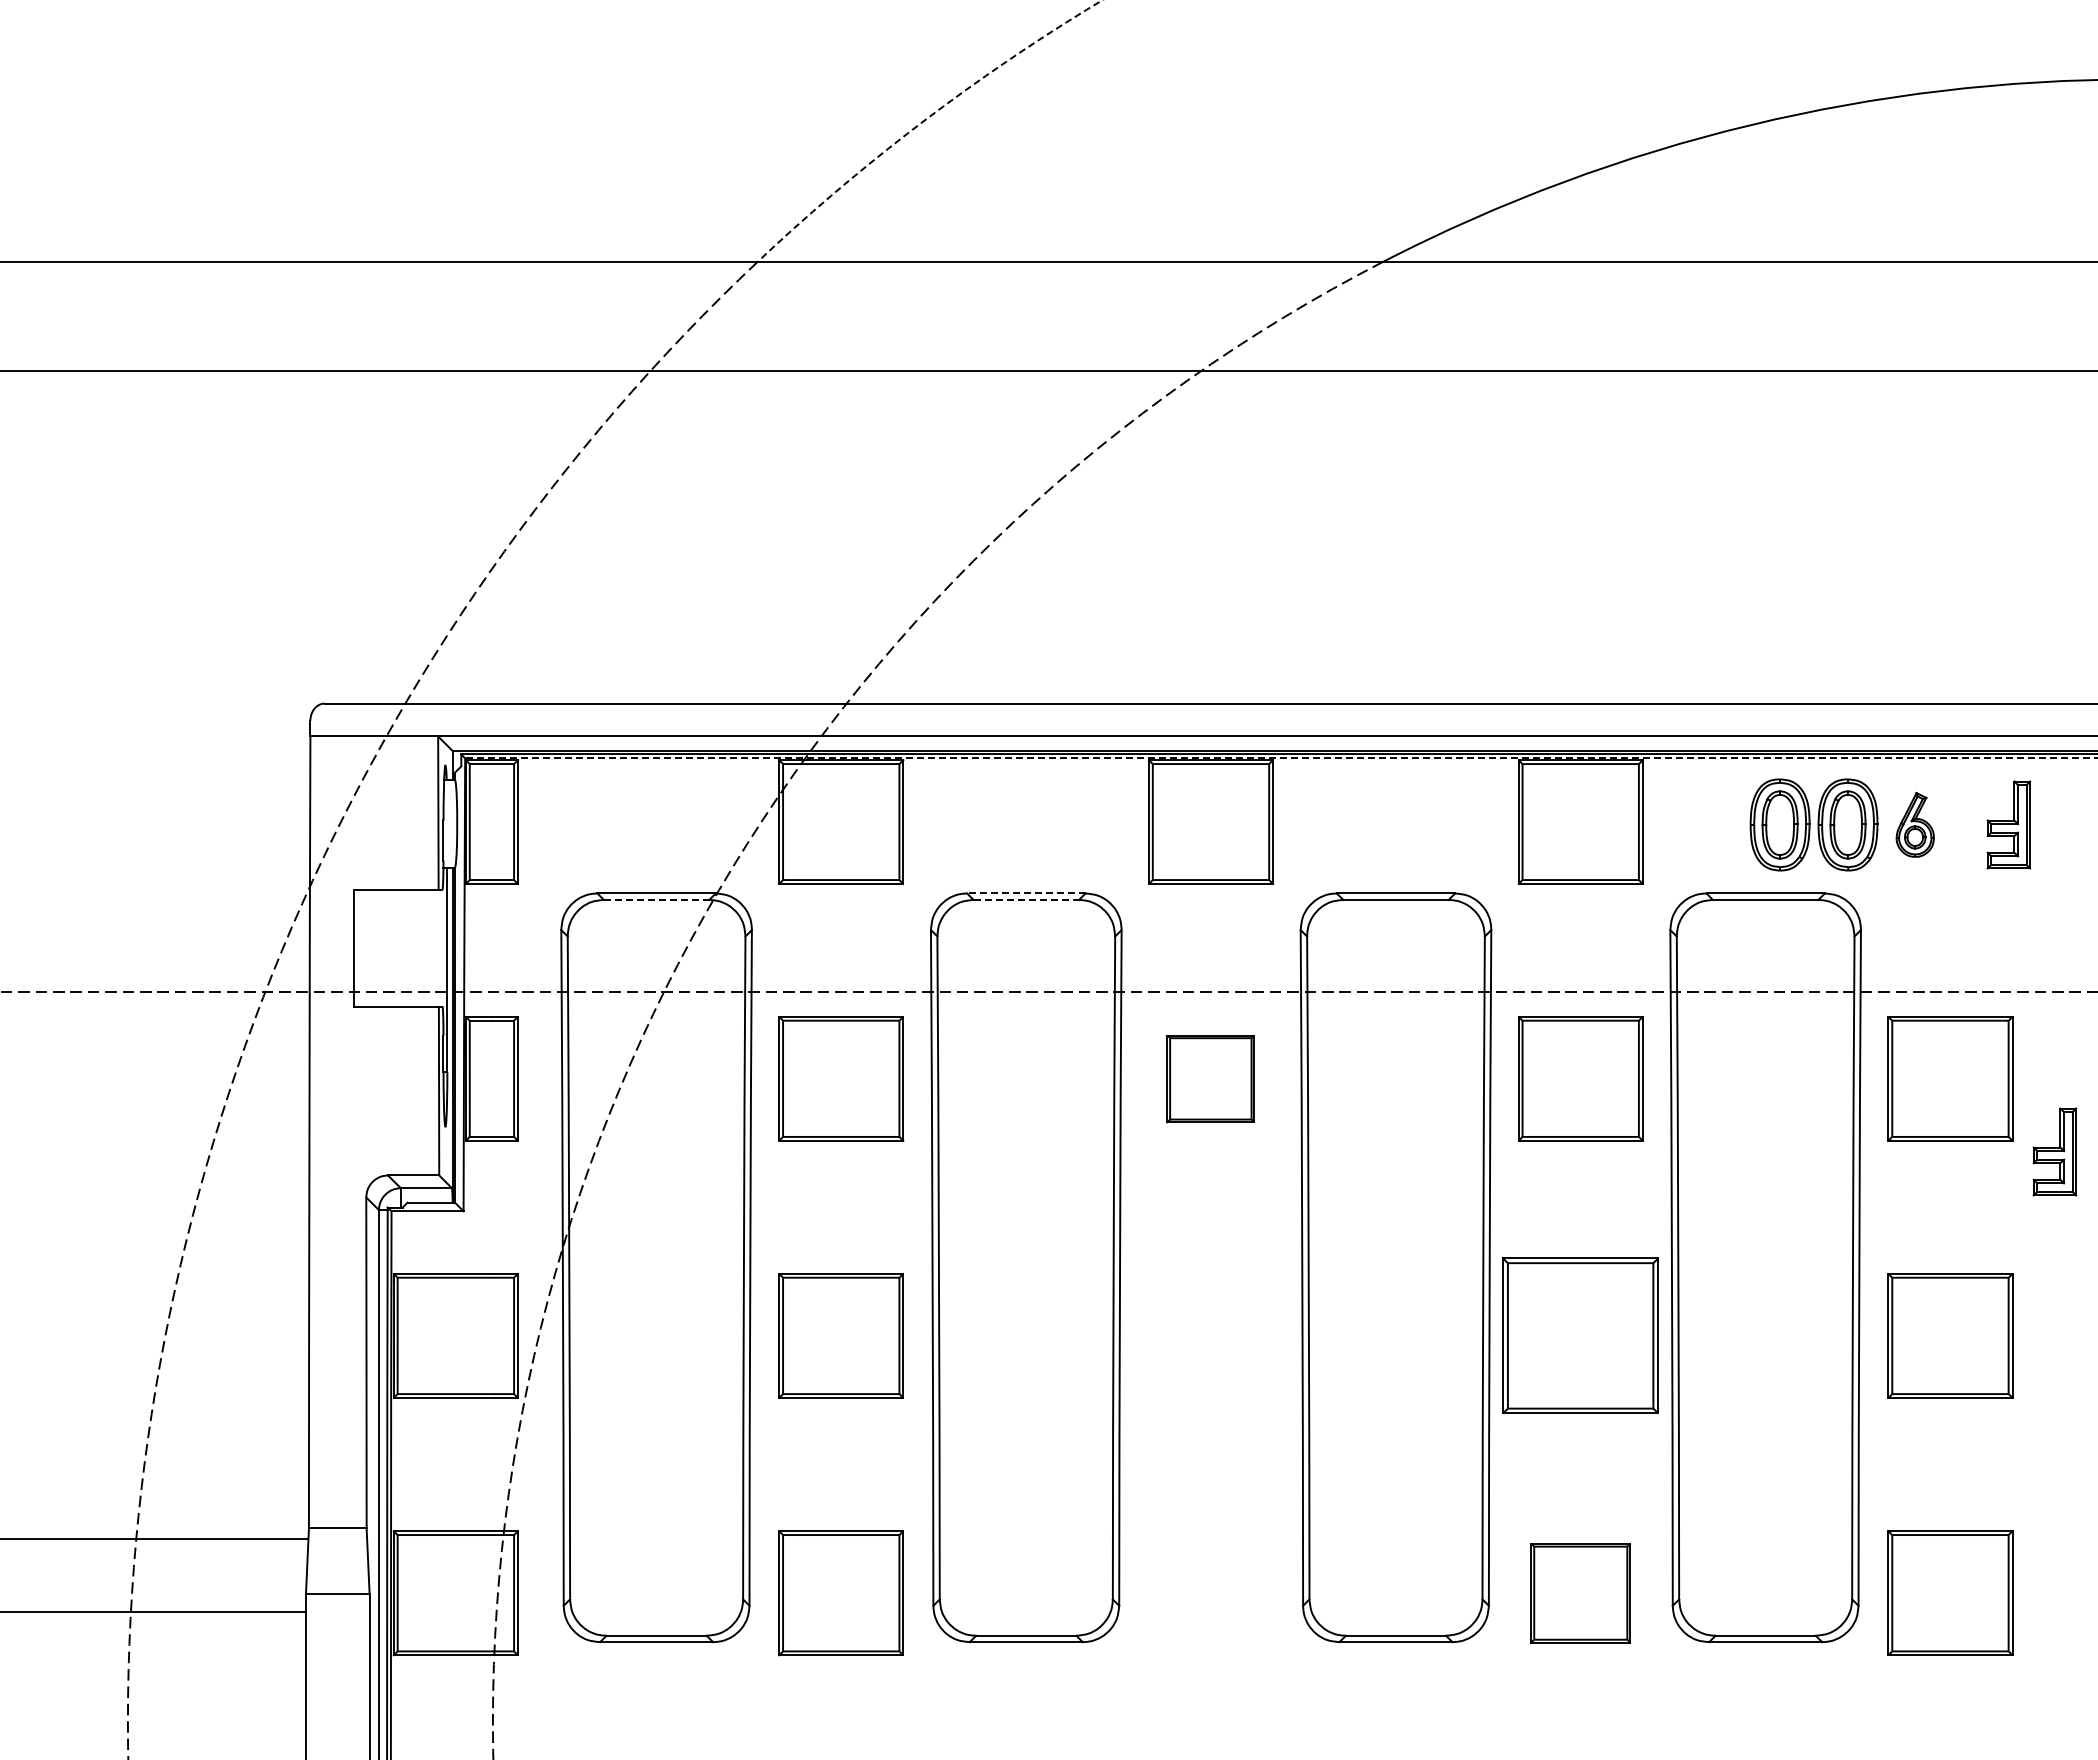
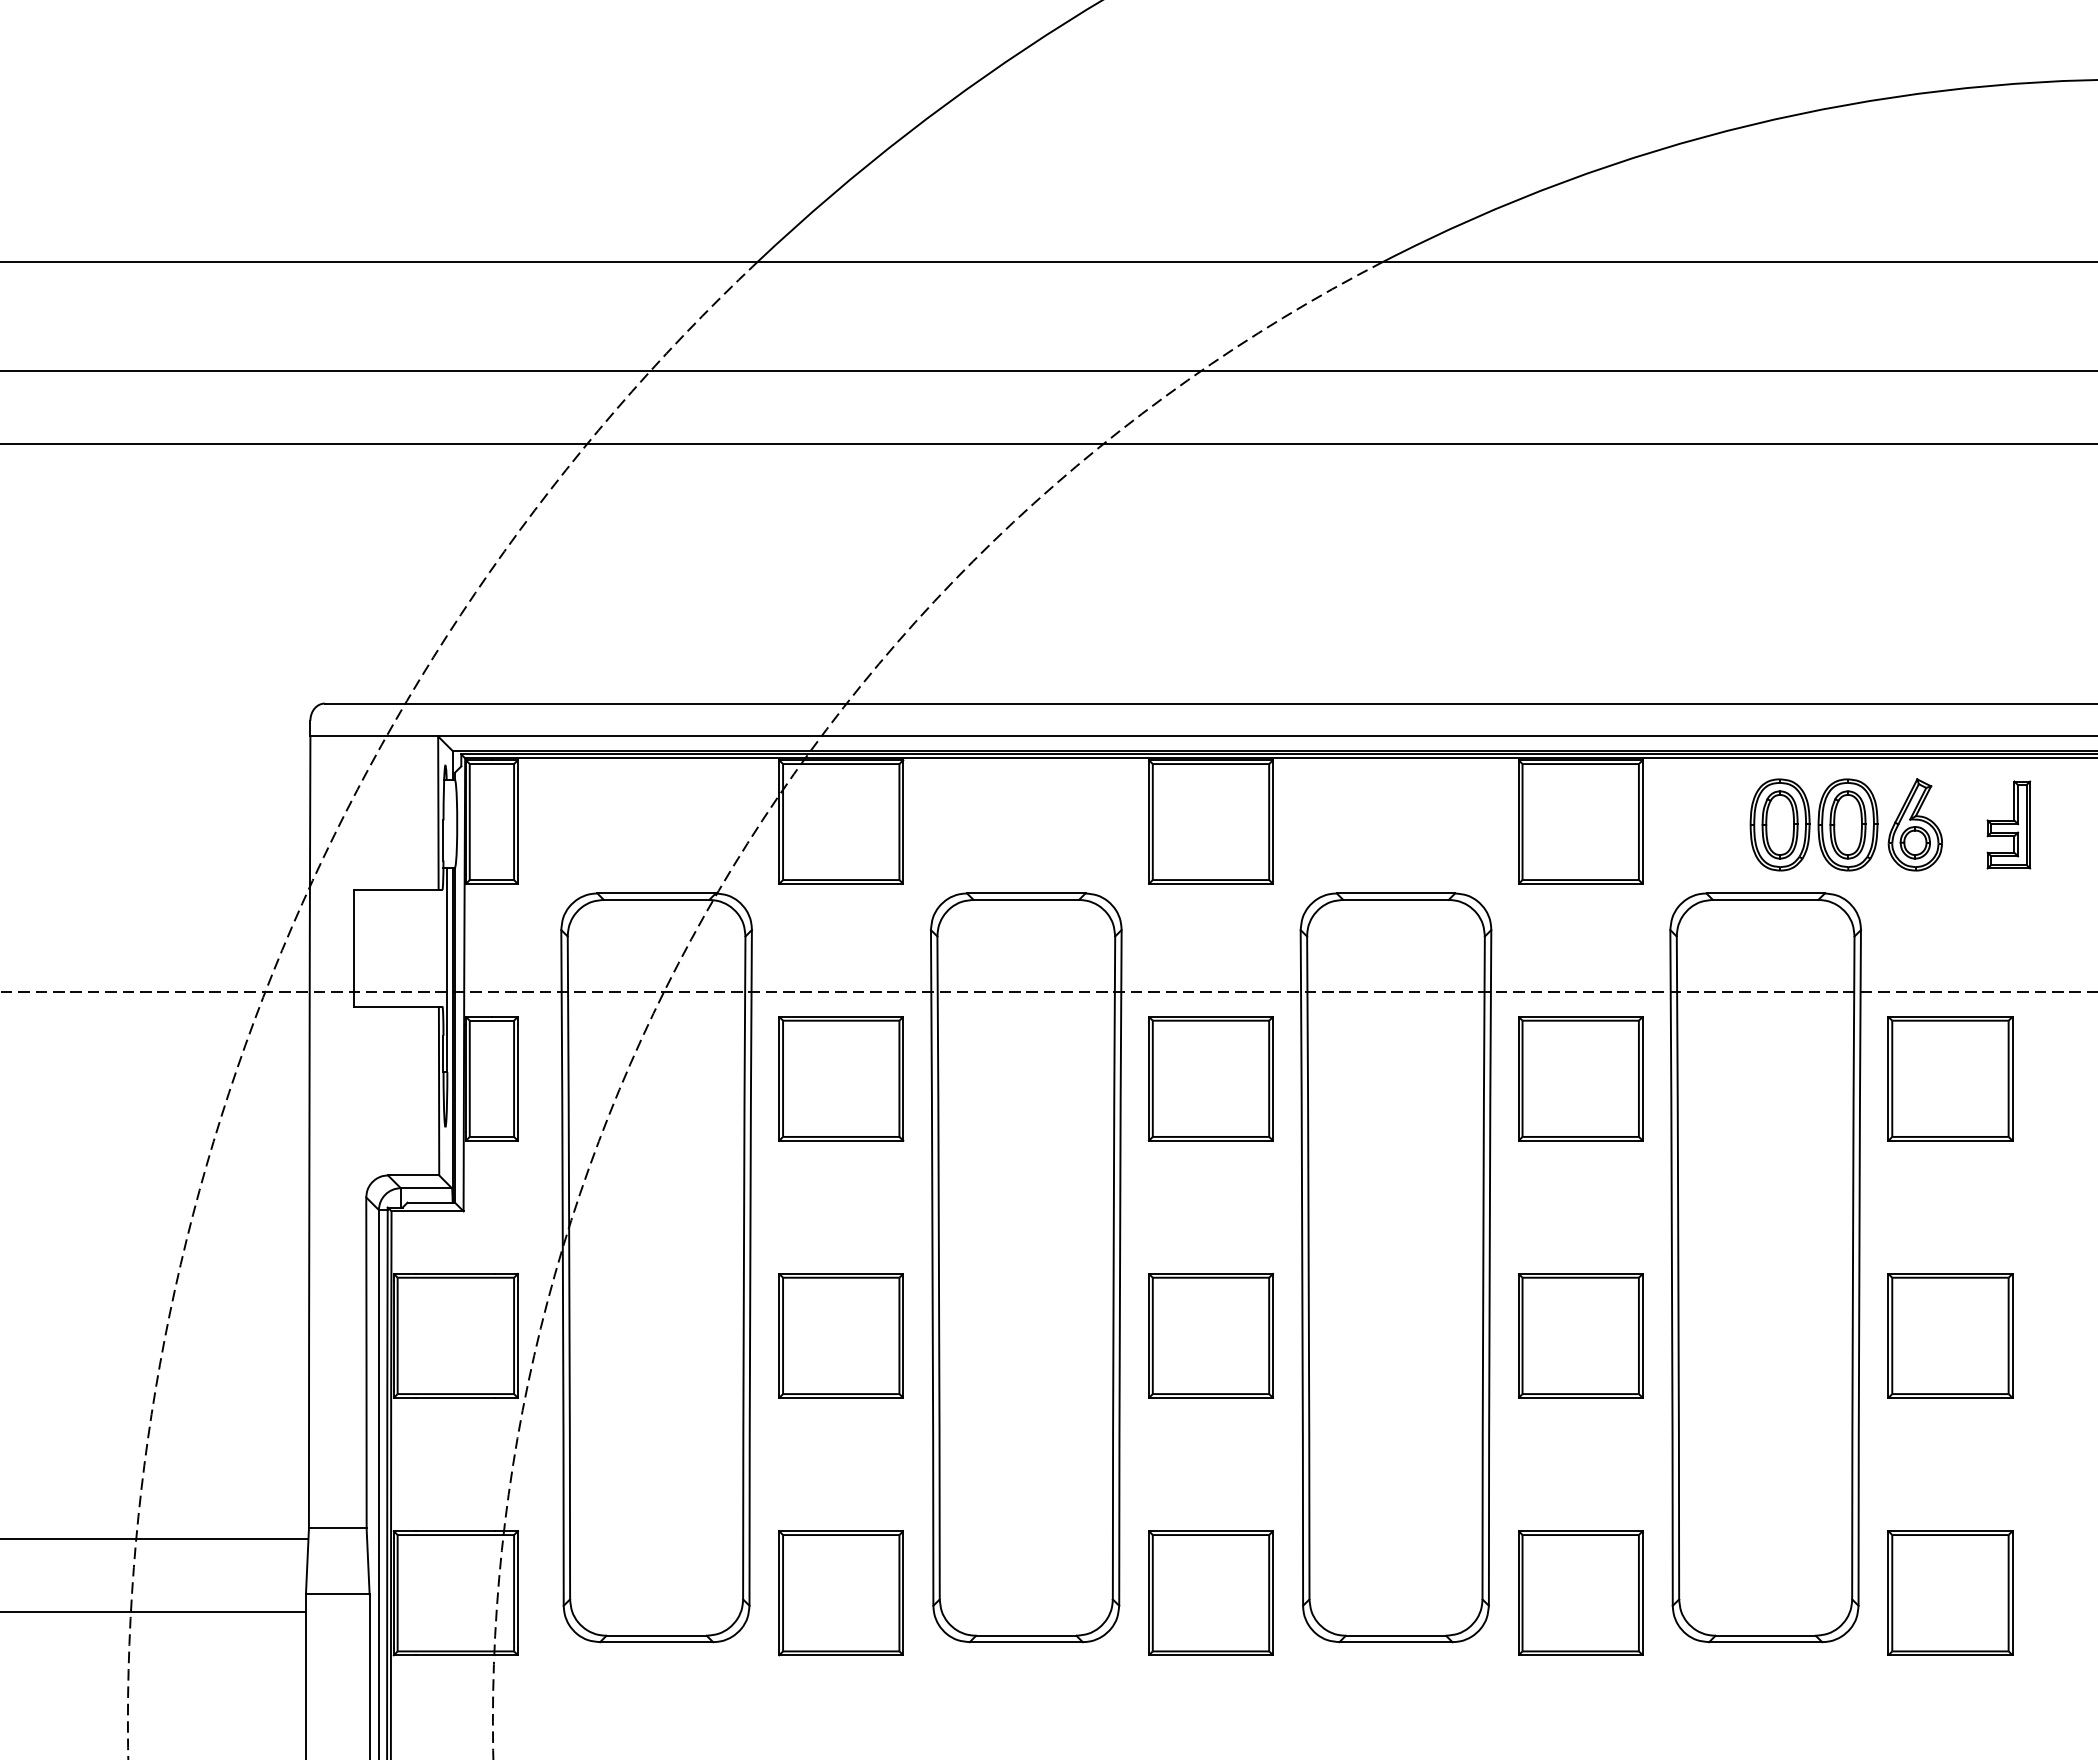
arc at (923, 121): dashed -> solid
line at (1048, 444): none -> present
line at (1281, 758): dashed -> solid
part at (1914, 824) size: 40x67 px -> 56x94 px
line at (1025, 893): dashed -> solid
line at (656, 899): dashed -> solid
line at (1026, 899): dashed -> solid
part at (1210, 1079) size: 89x89 px -> 127x126 px
part at (2054, 1151): present -> none
part at (1210, 1335): none -> present
part at (1580, 1335) size: 157x157 px -> 126x126 px
part at (1210, 1592): none -> present
part at (1580, 1593) size: 101x101 px -> 126x126 px
